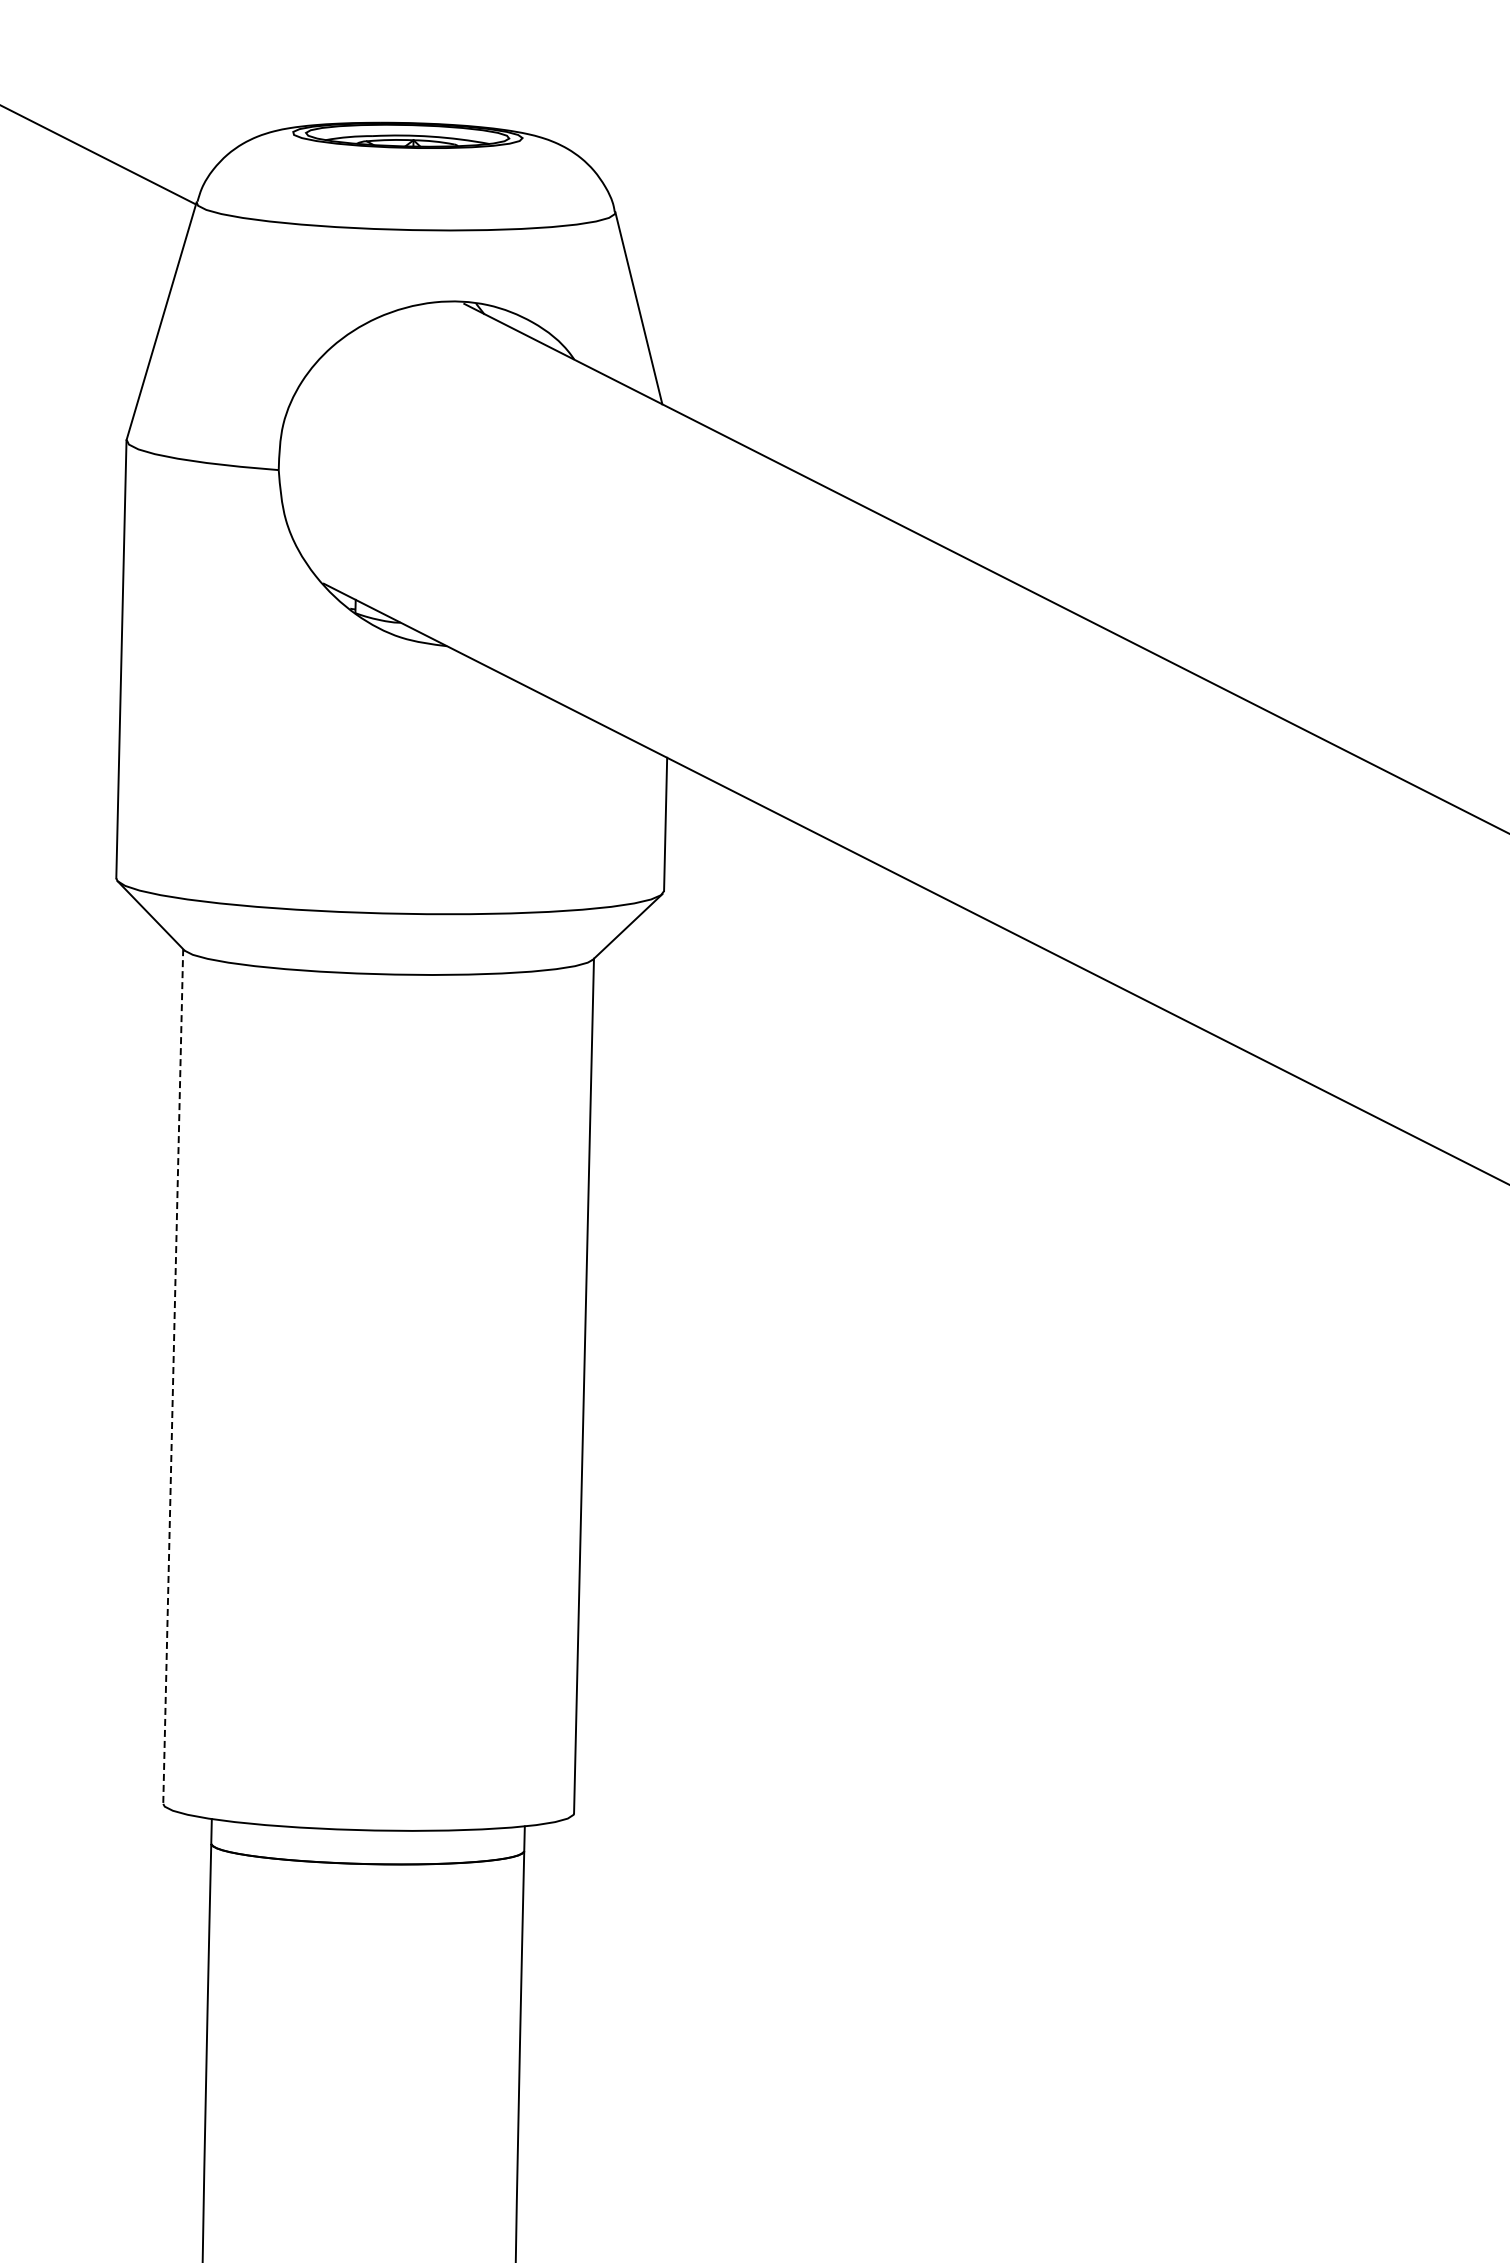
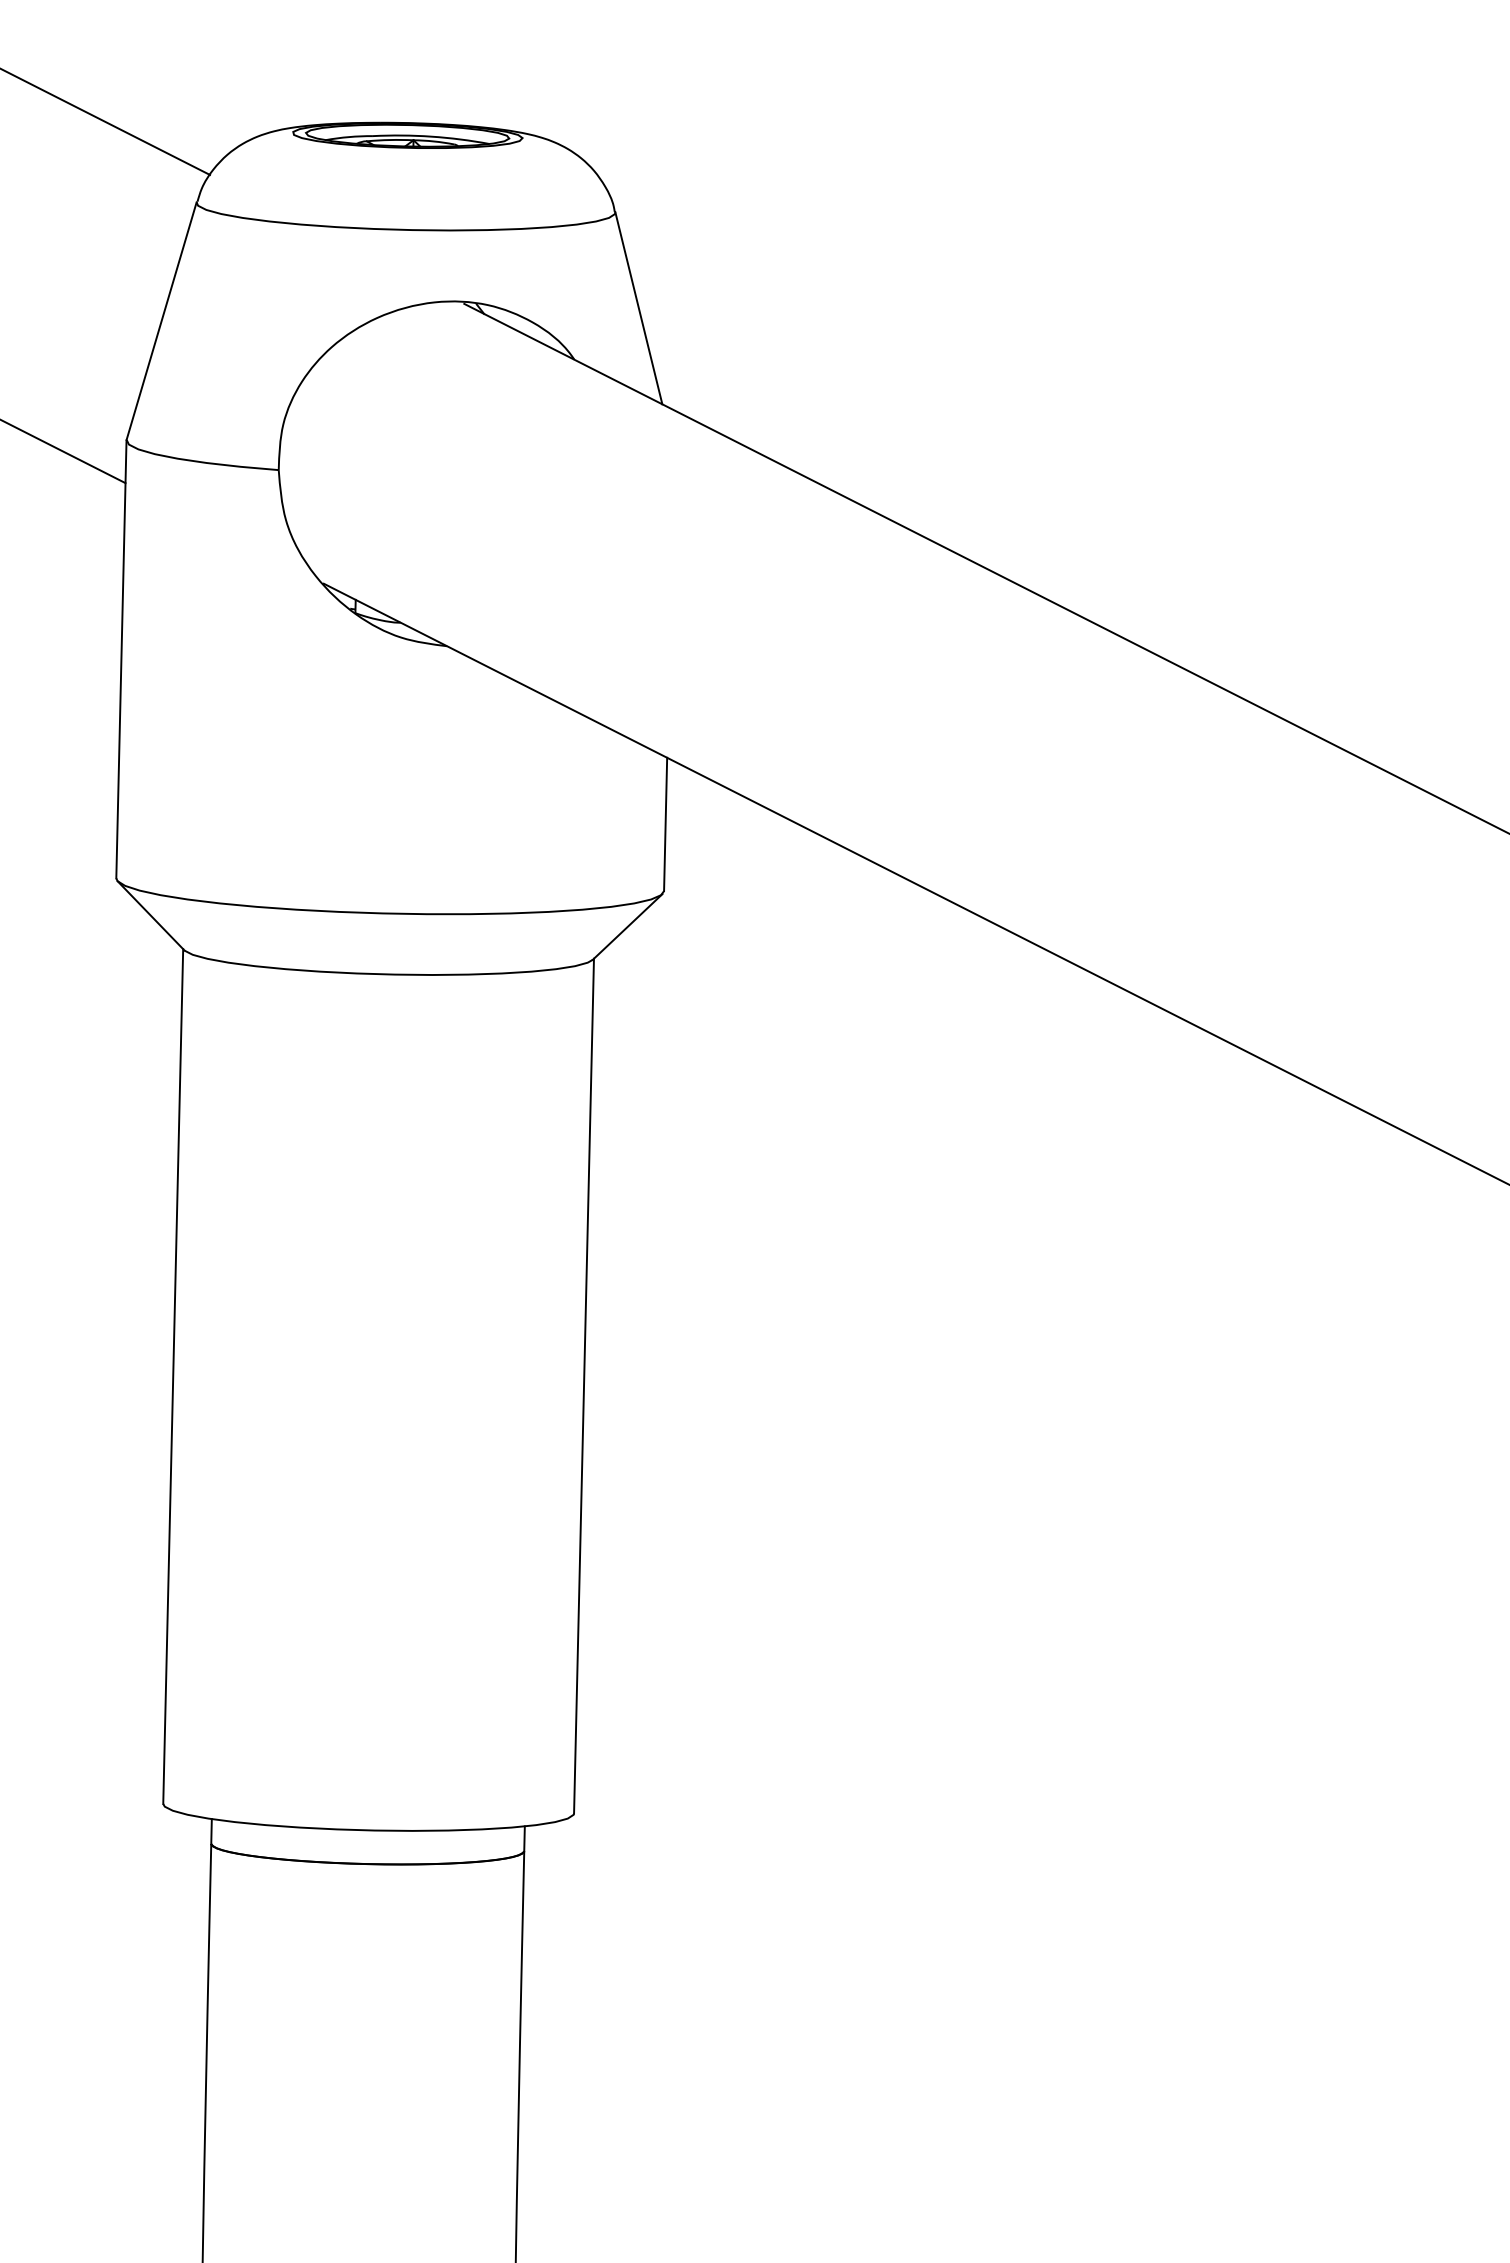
line at (98, 155) position: (98, 155) -> (106, 122)
line at (63, 451): none -> present
line at (173, 1376): dashed -> solid
